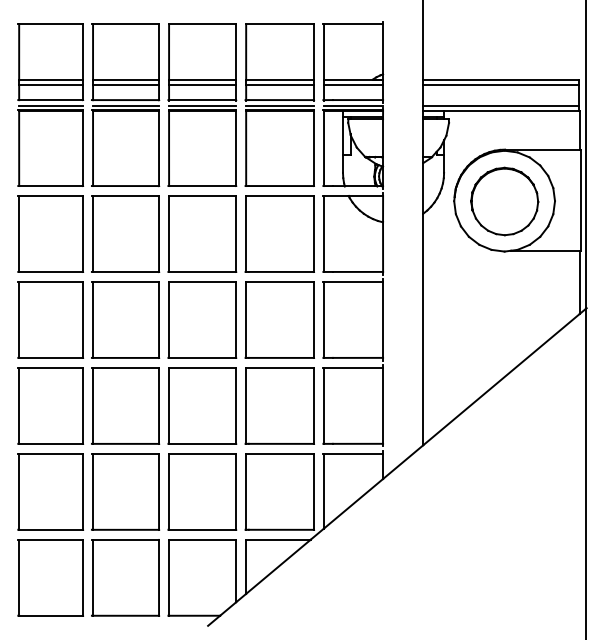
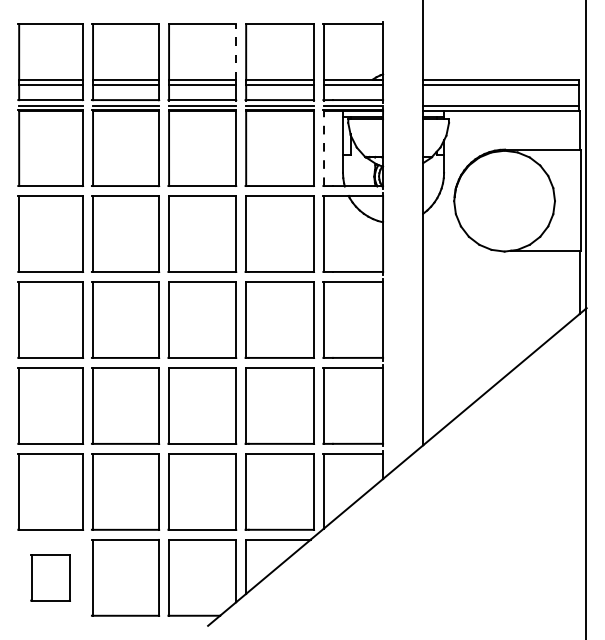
line at (236, 51): solid -> dashed
line at (324, 148): solid -> dashed
part at (504, 201): present -> none
part at (50, 577) size: 67x78 px -> 41x48 px
